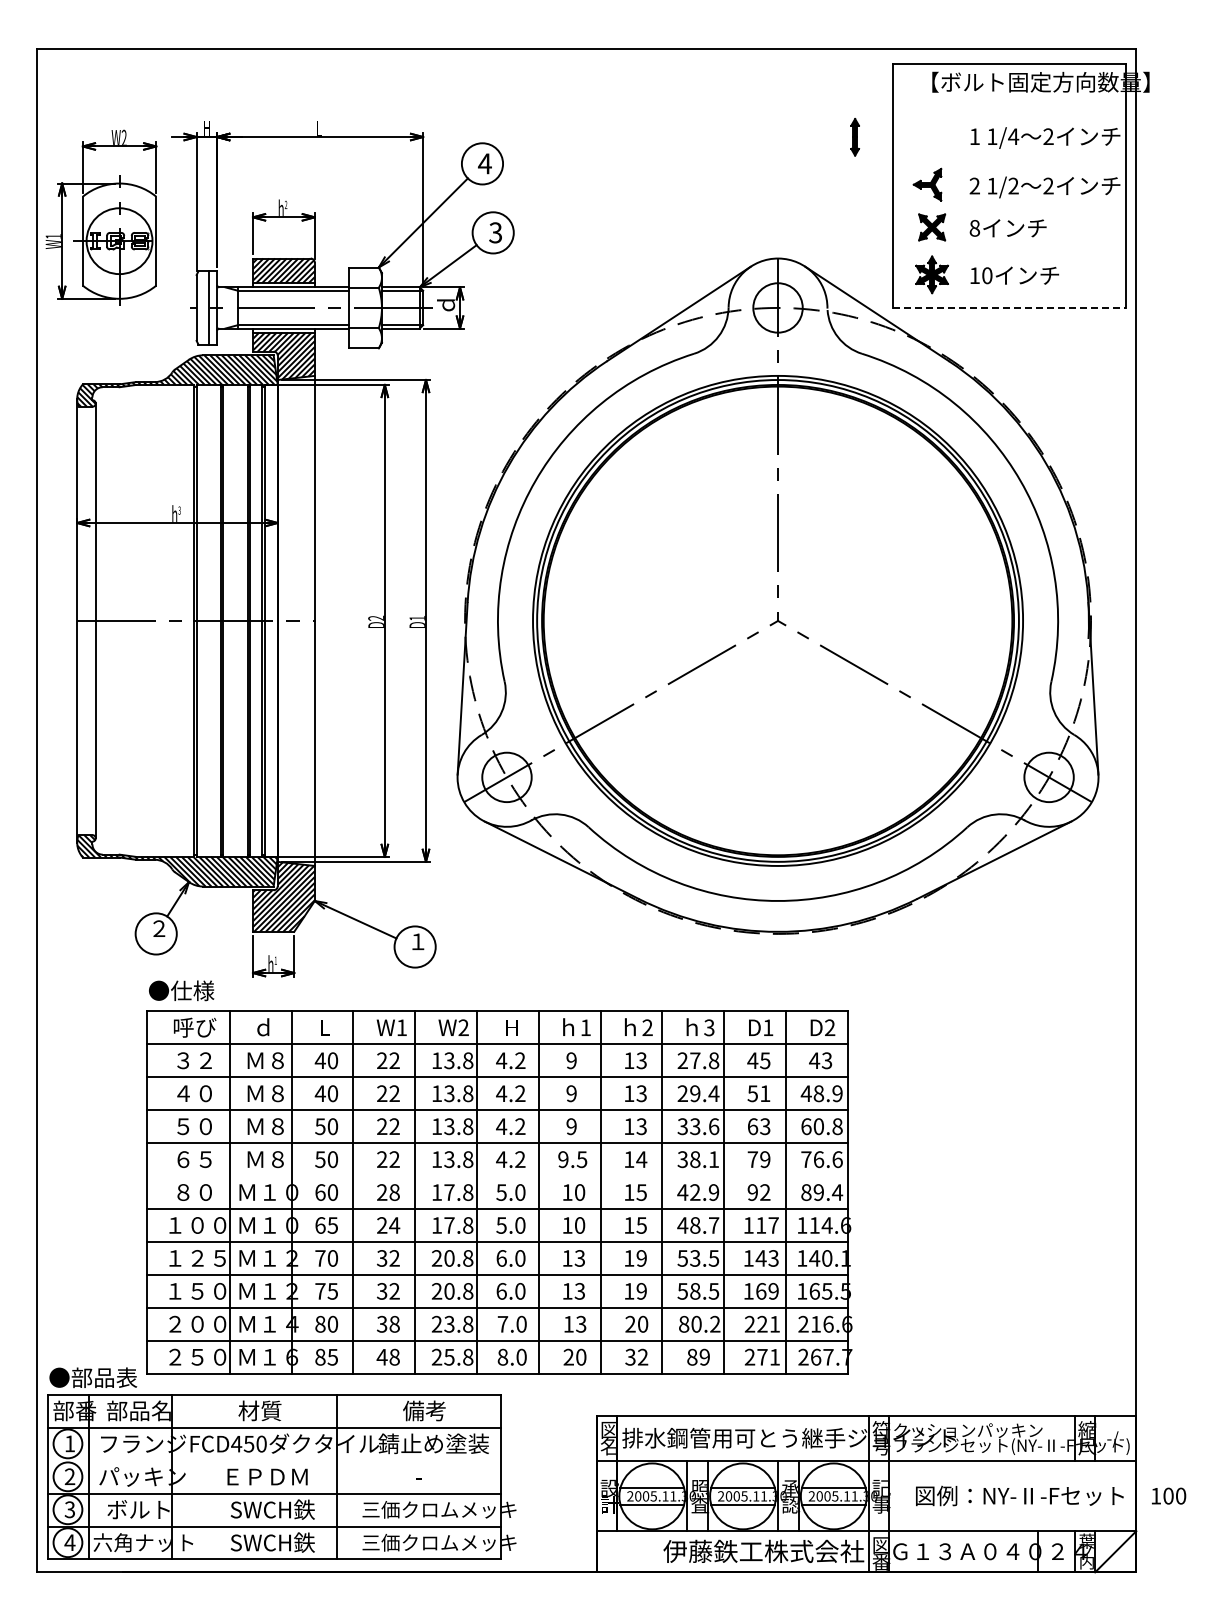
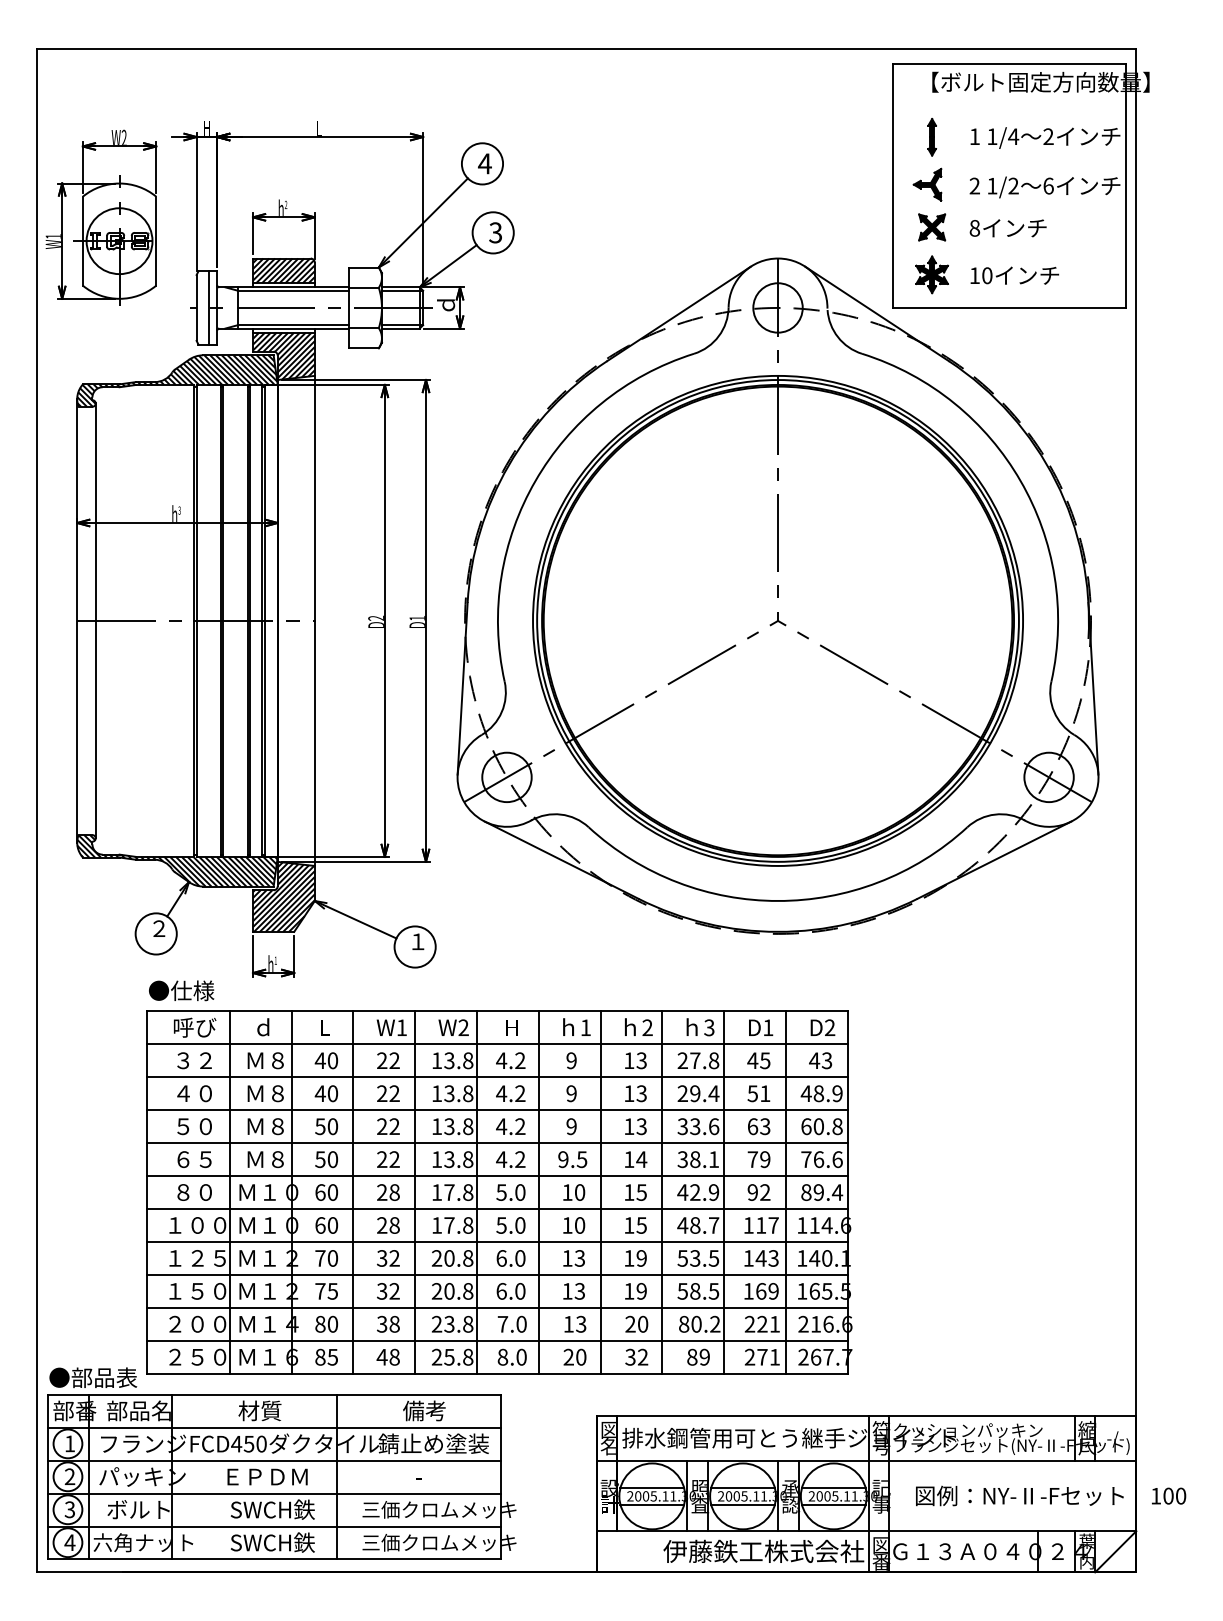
part at (855, 137) position: (855, 137) -> (932, 137)
text at (1048, 185): 2 -> 6
line at (1009, 307): dashed -> solid
line at (497, 1176): none -> present
text at (332, 1225): 65 -> 60
text at (394, 1225): 24 -> 28
line at (274, 1460): none -> present
